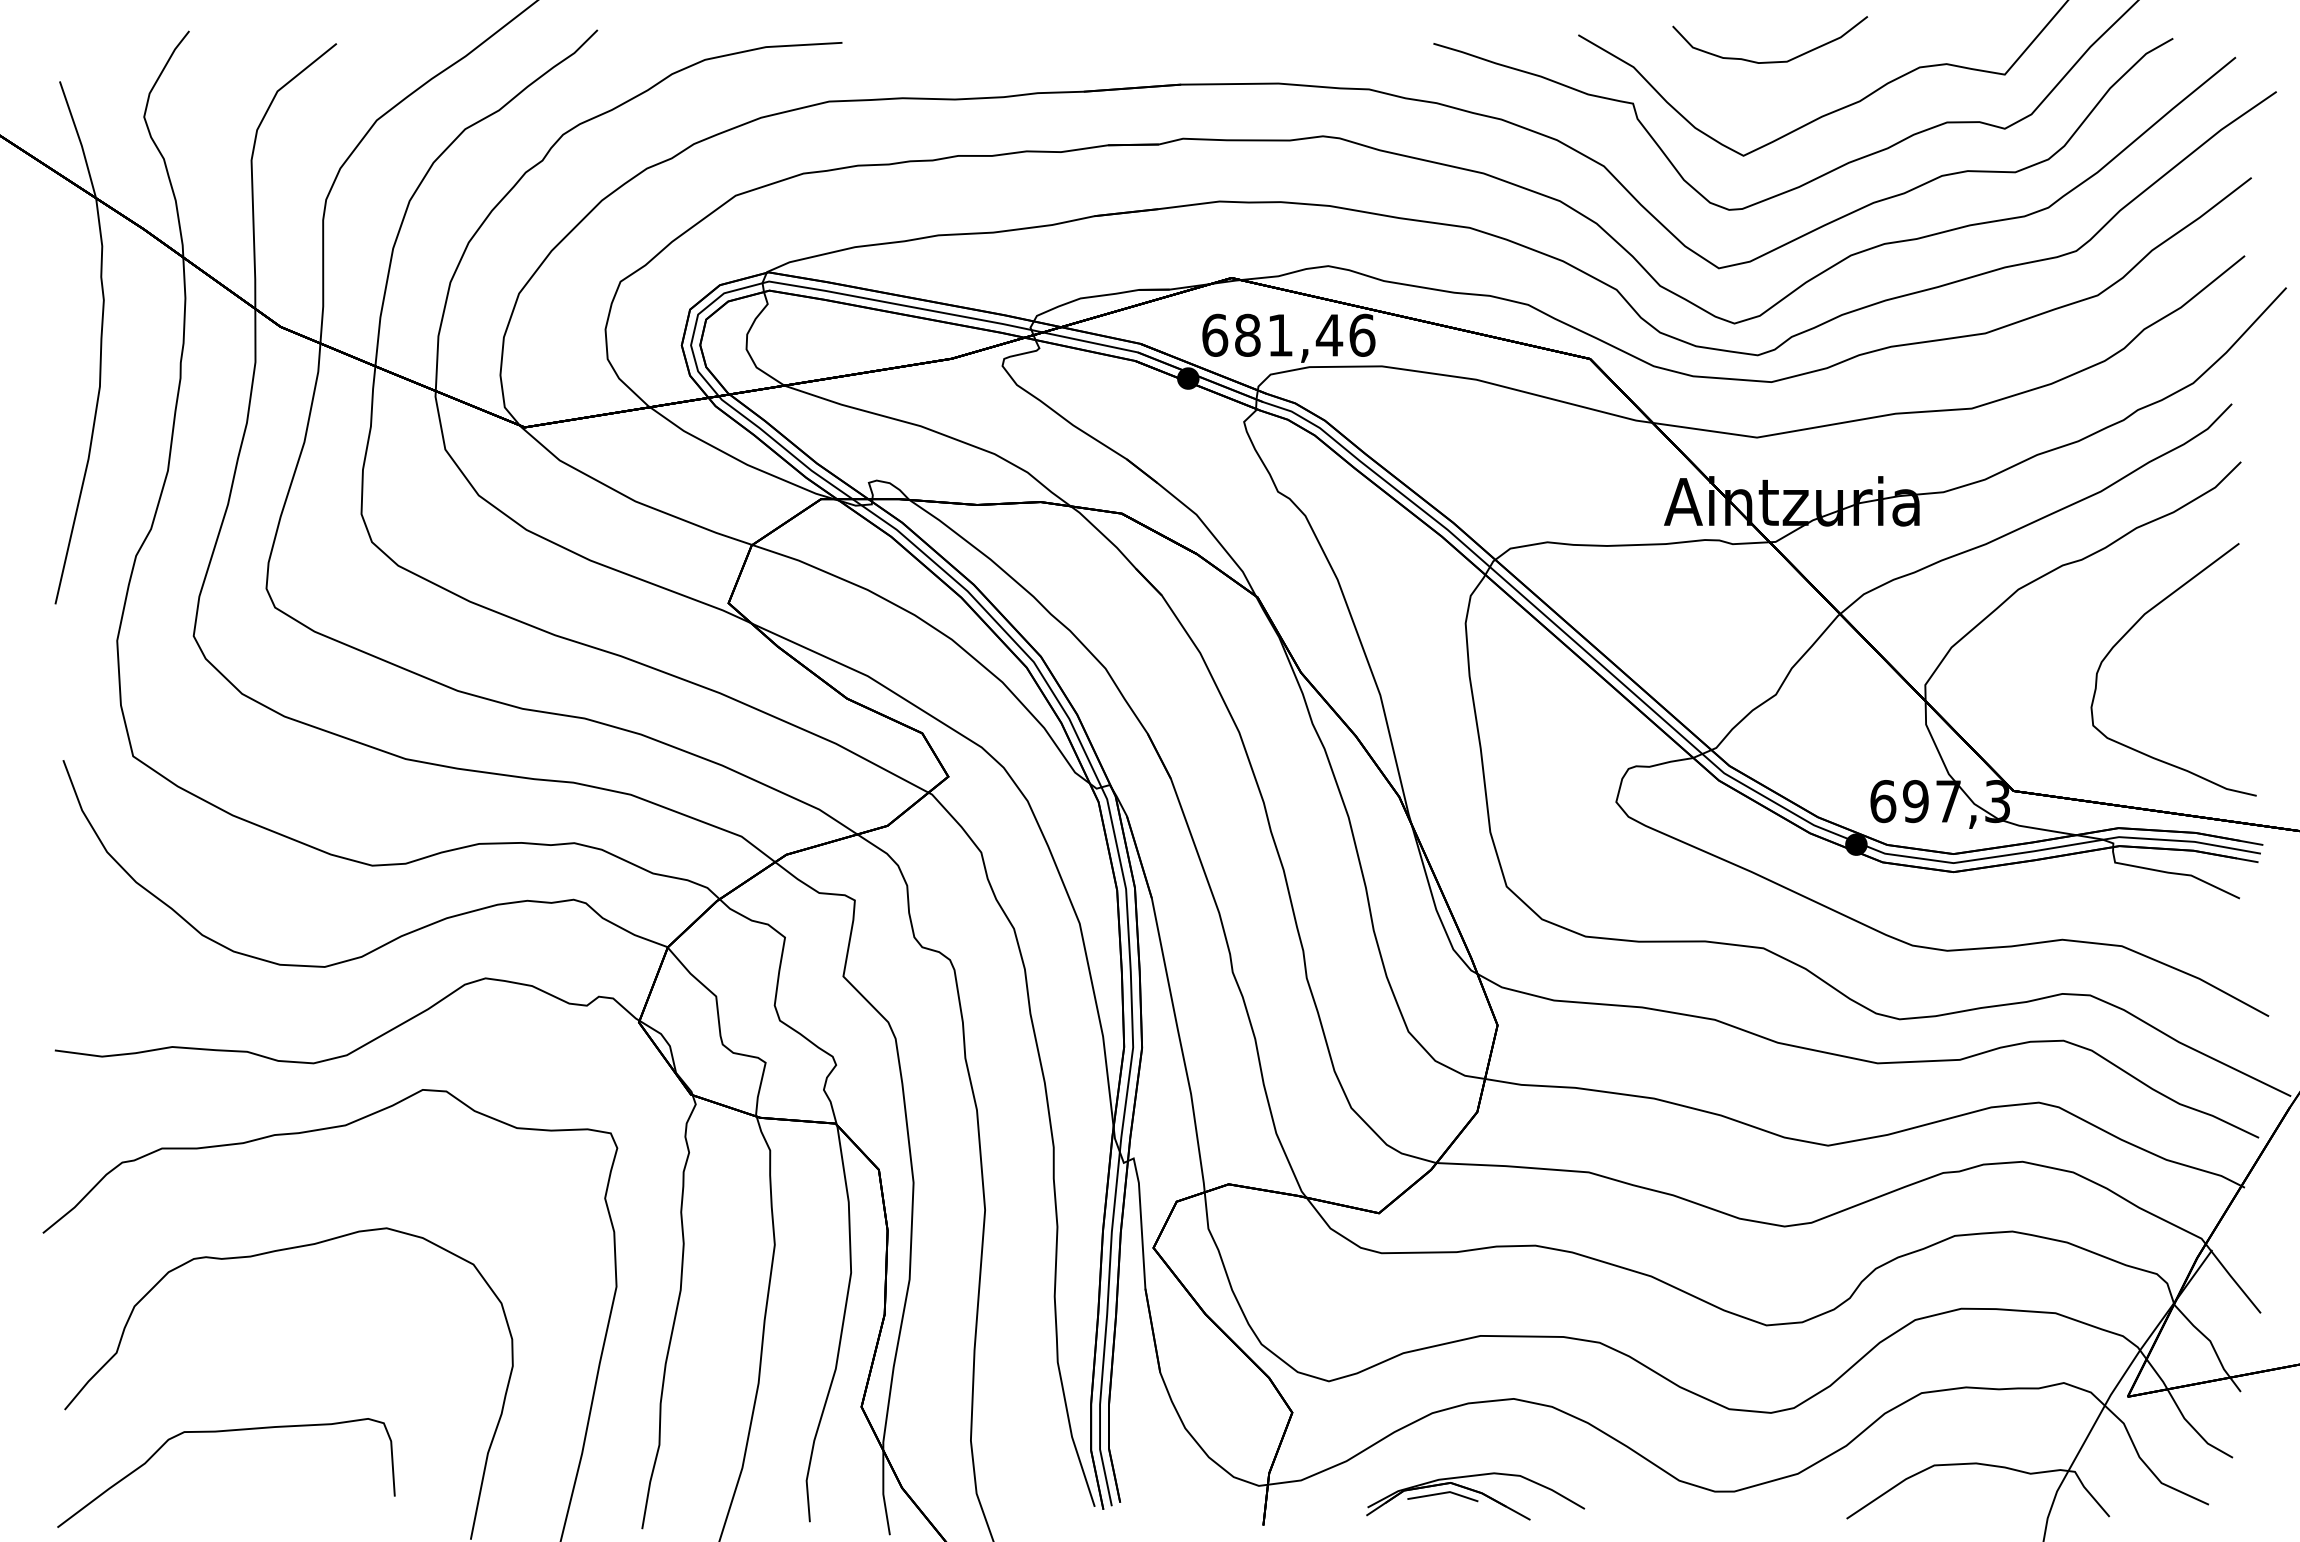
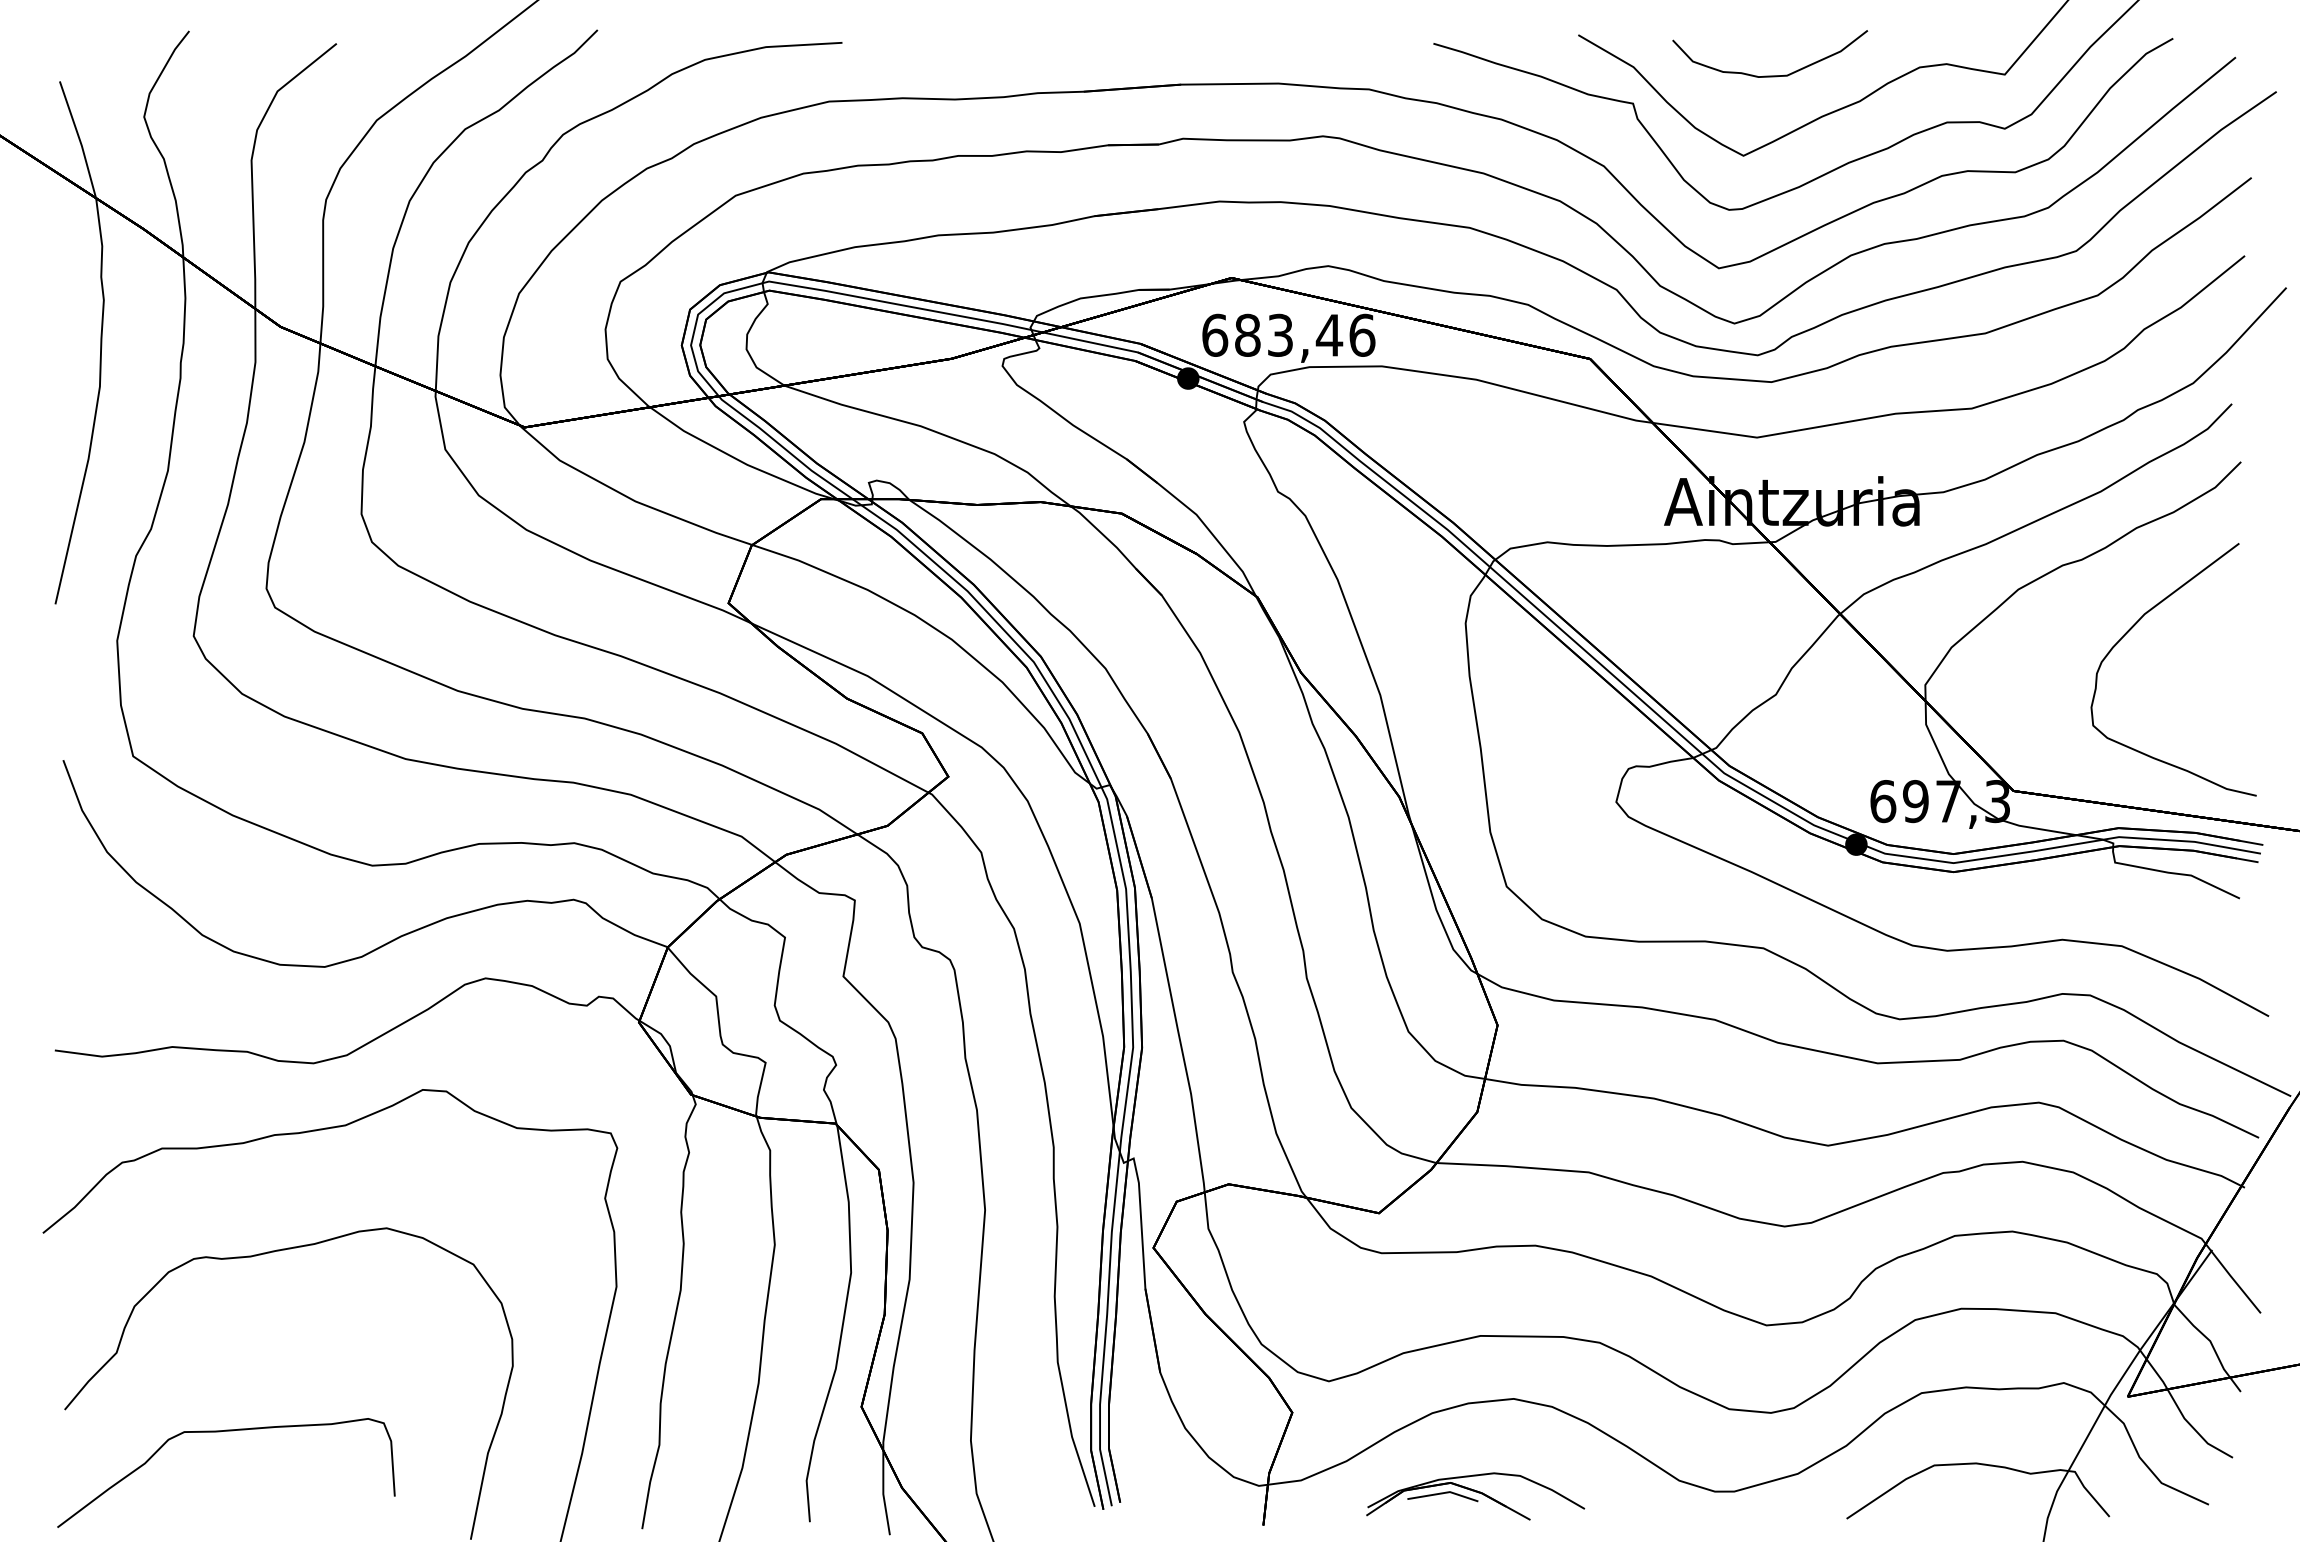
part at (1770, 61) position: (1770, 61) -> (1770, 75)
text at (1280, 334): 681,46 -> 683,46
